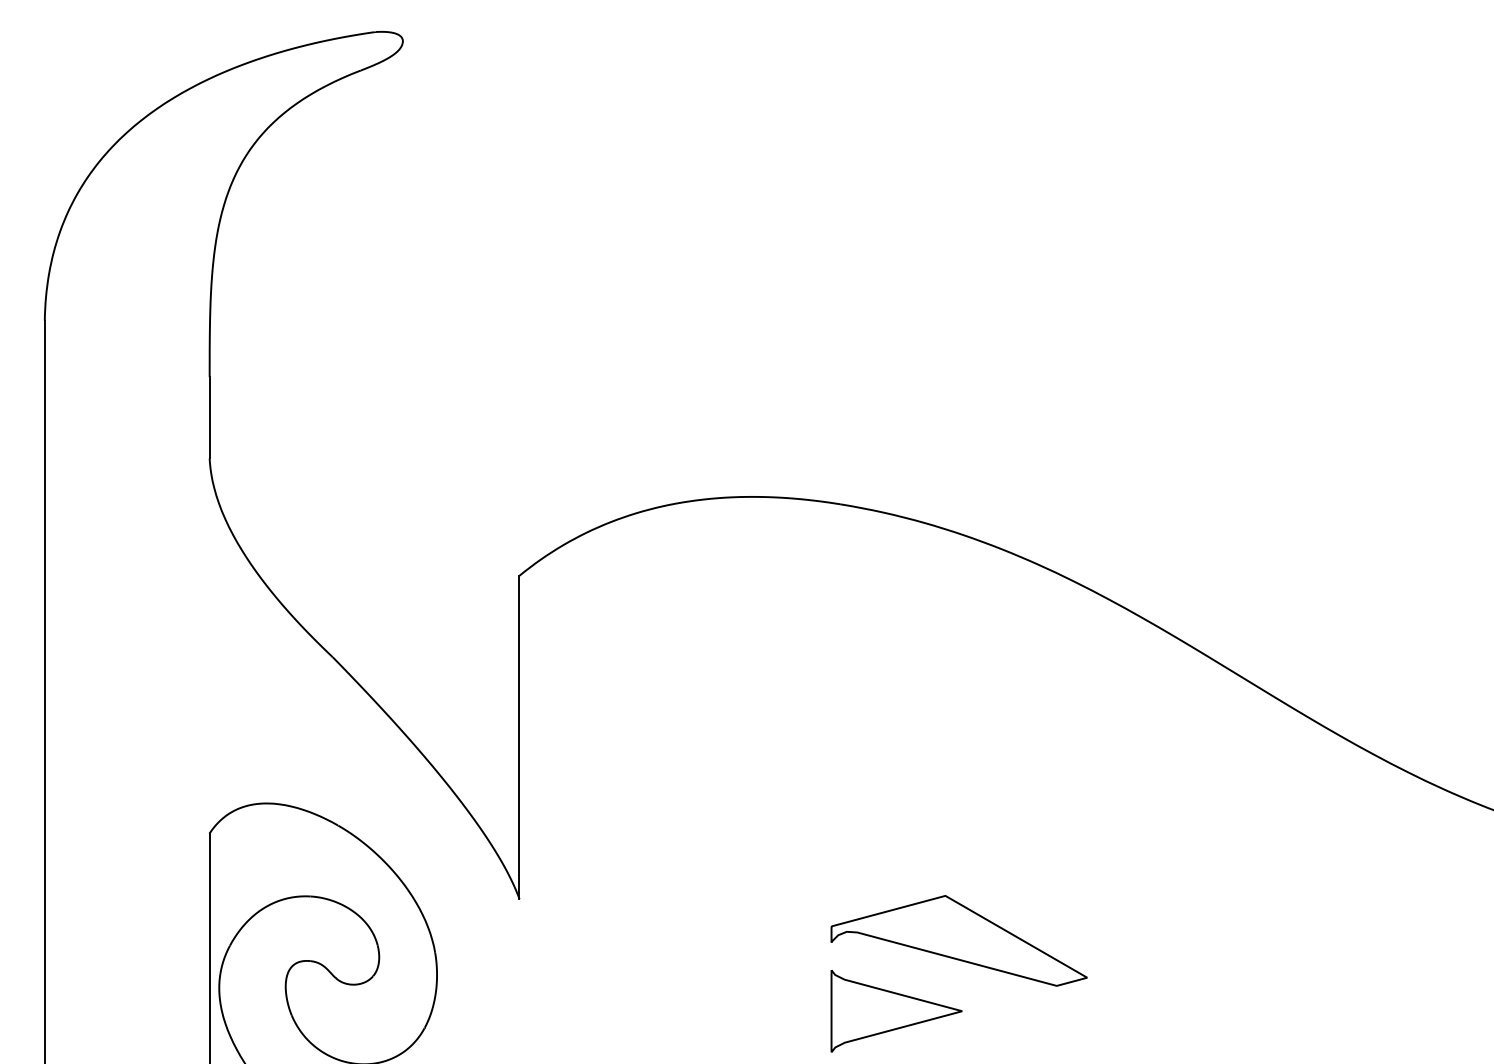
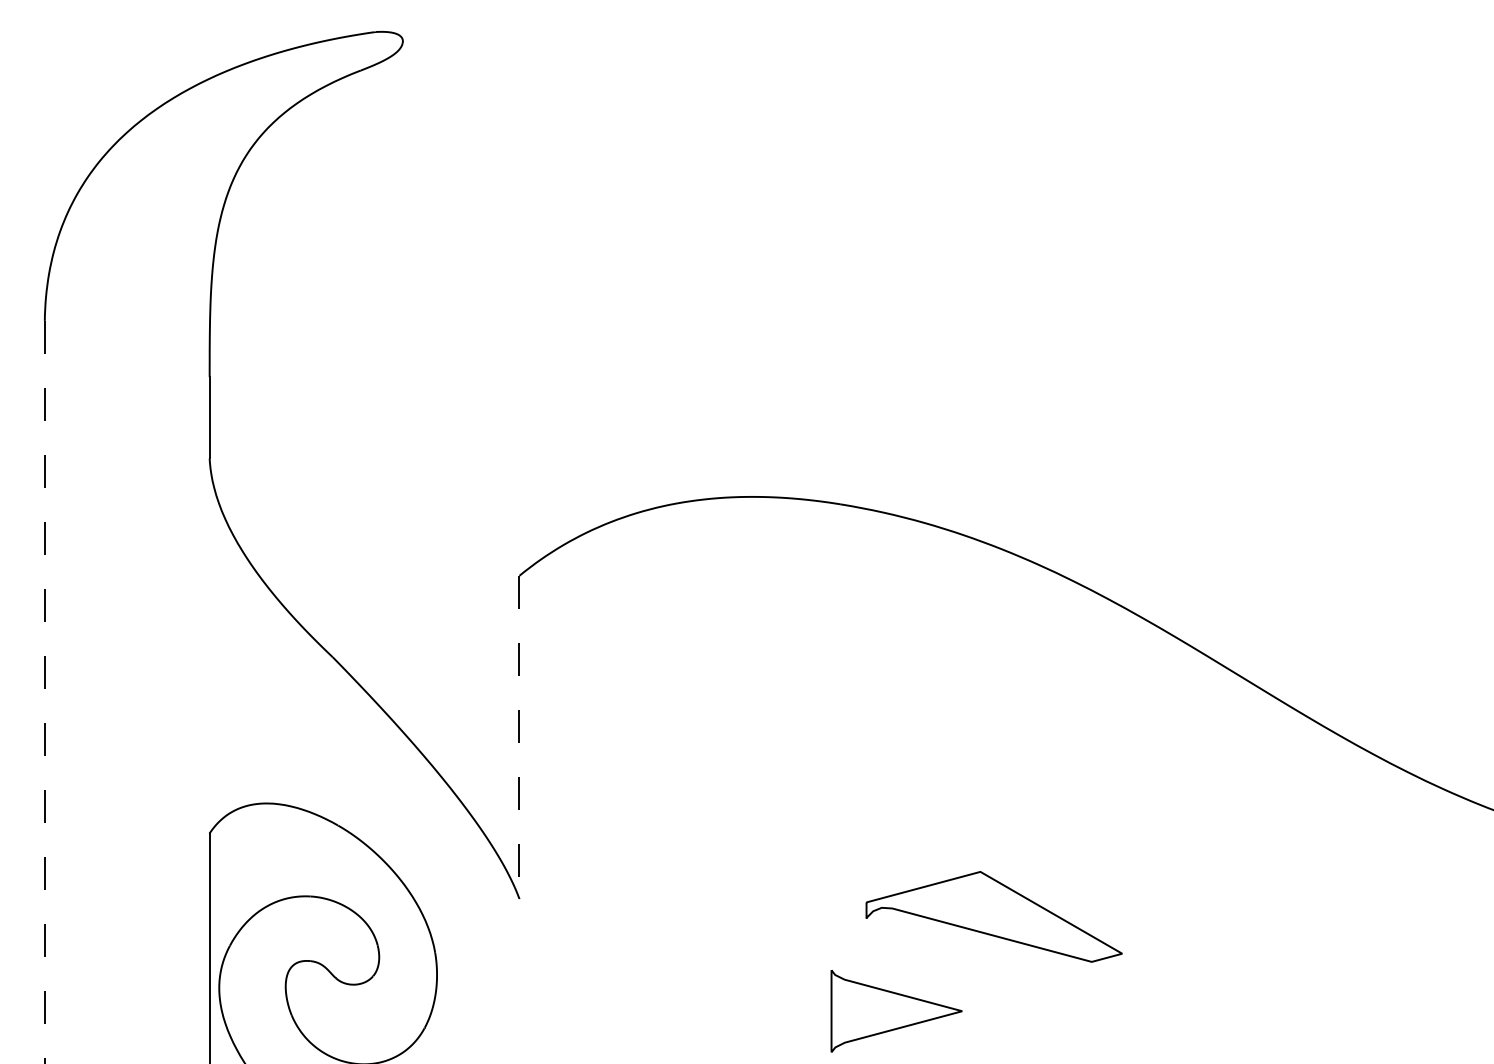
line at (44, 692): solid -> dashed
line at (519, 737): solid -> dashed
part at (958, 940) position: (958, 940) -> (993, 916)
